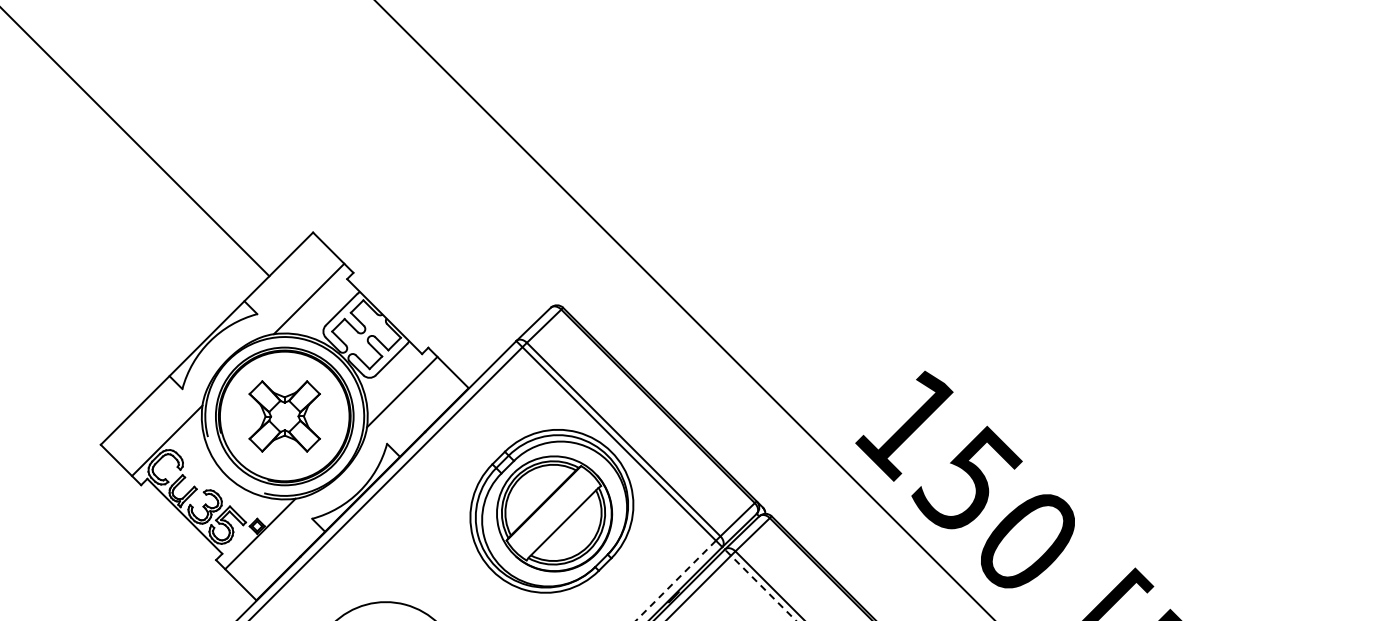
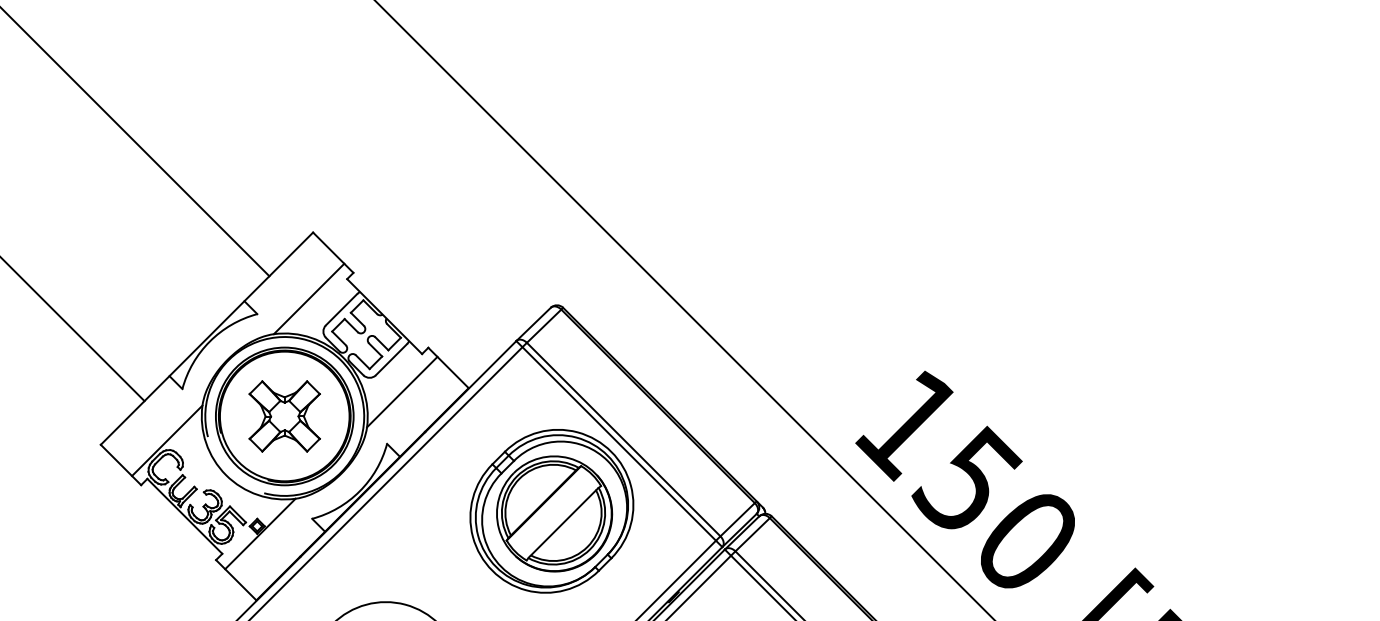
line at (73, 329): none -> present
line at (675, 580): dashed -> solid
line at (760, 584): dashed -> solid
